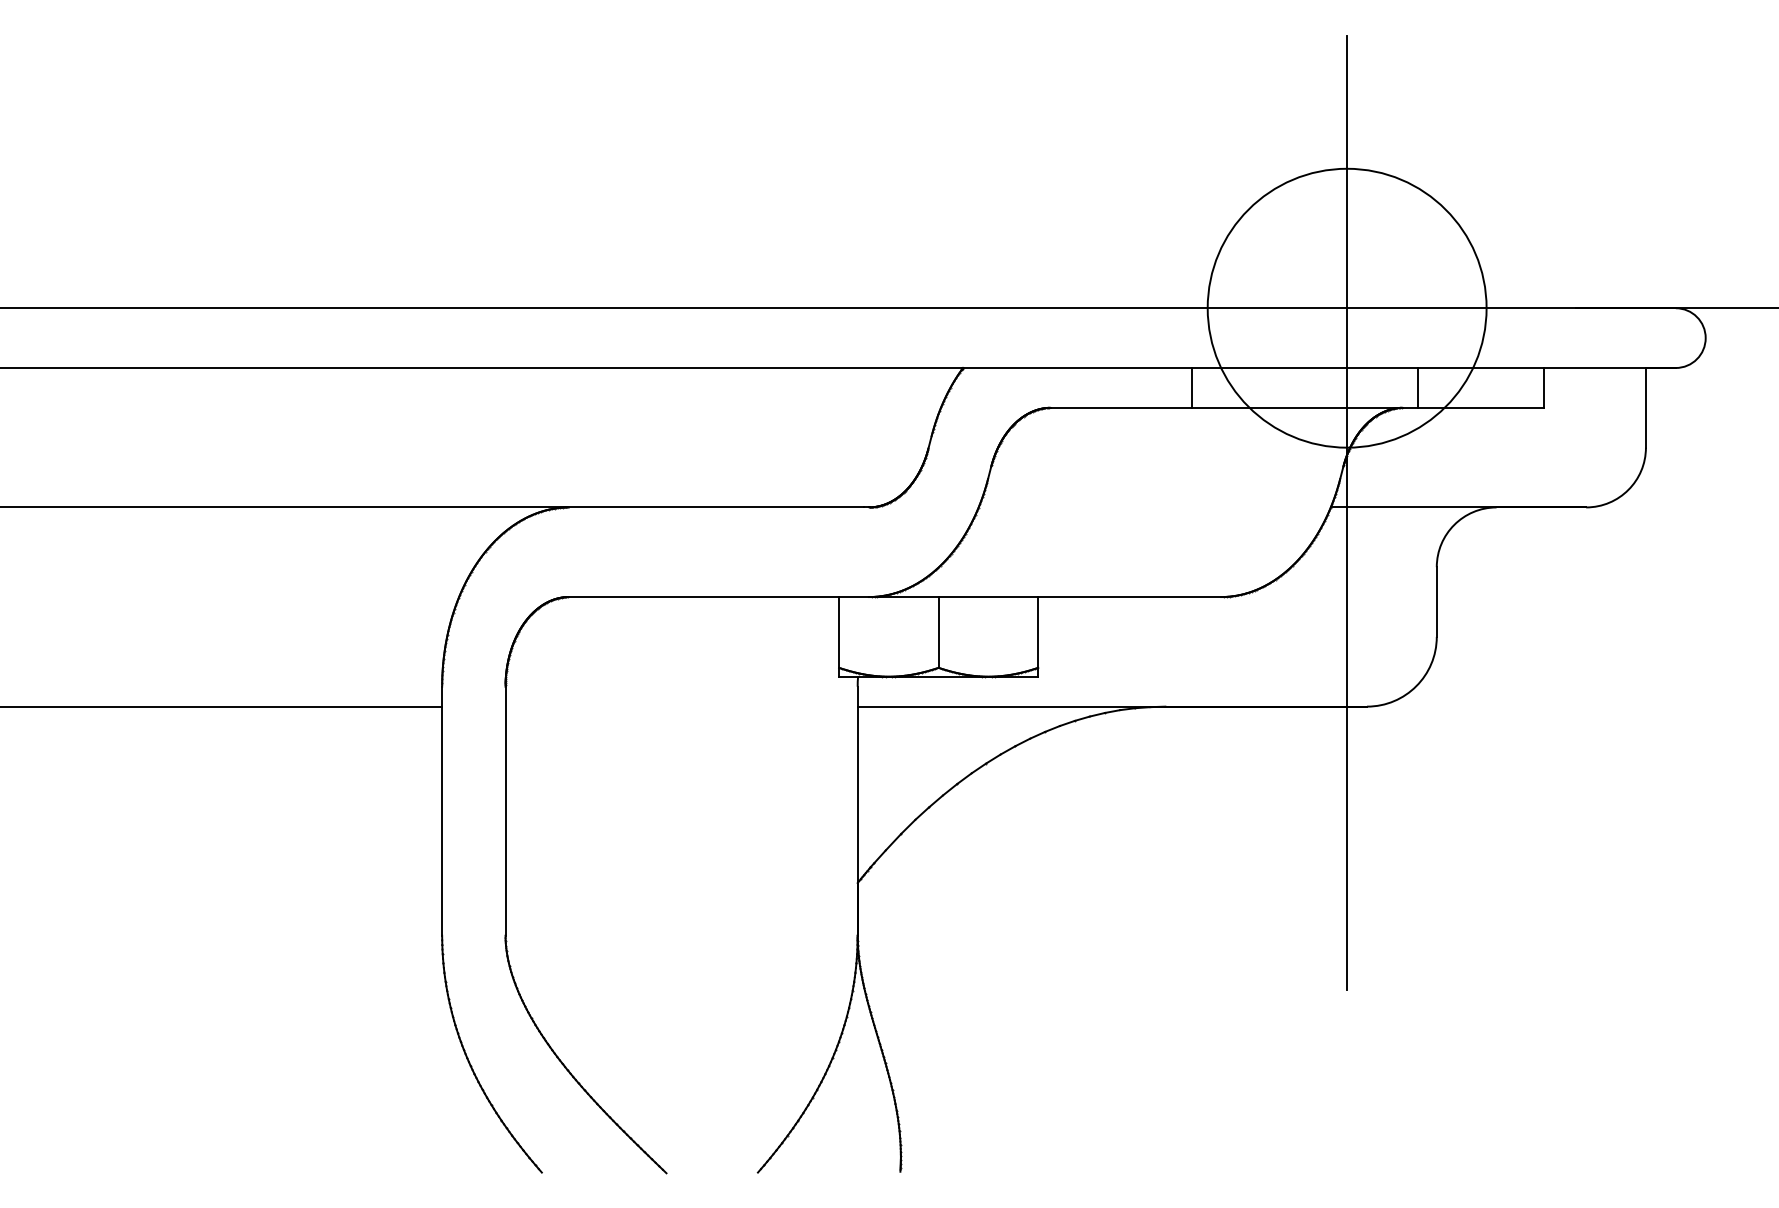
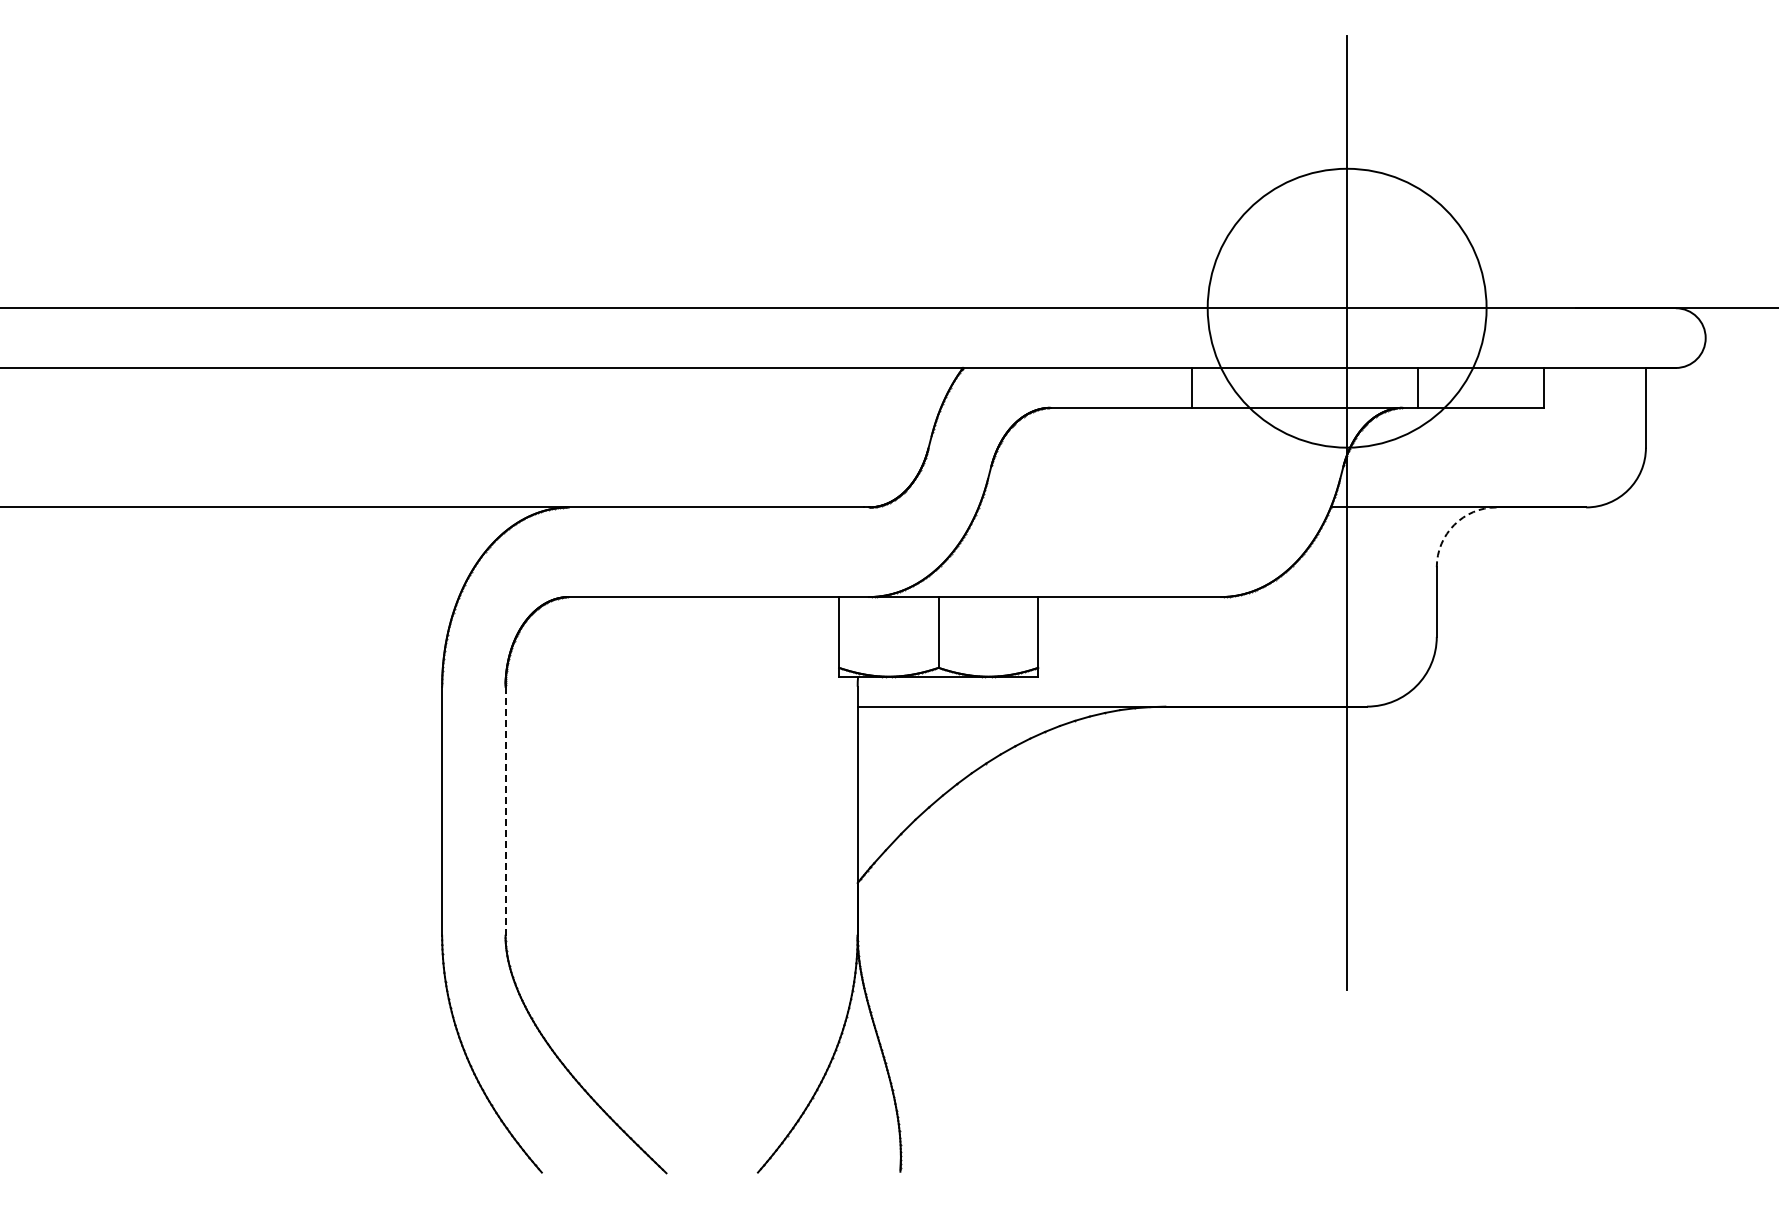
arc at (1454, 524): solid -> dashed
line at (222, 706): present -> none
line at (505, 811): solid -> dashed
